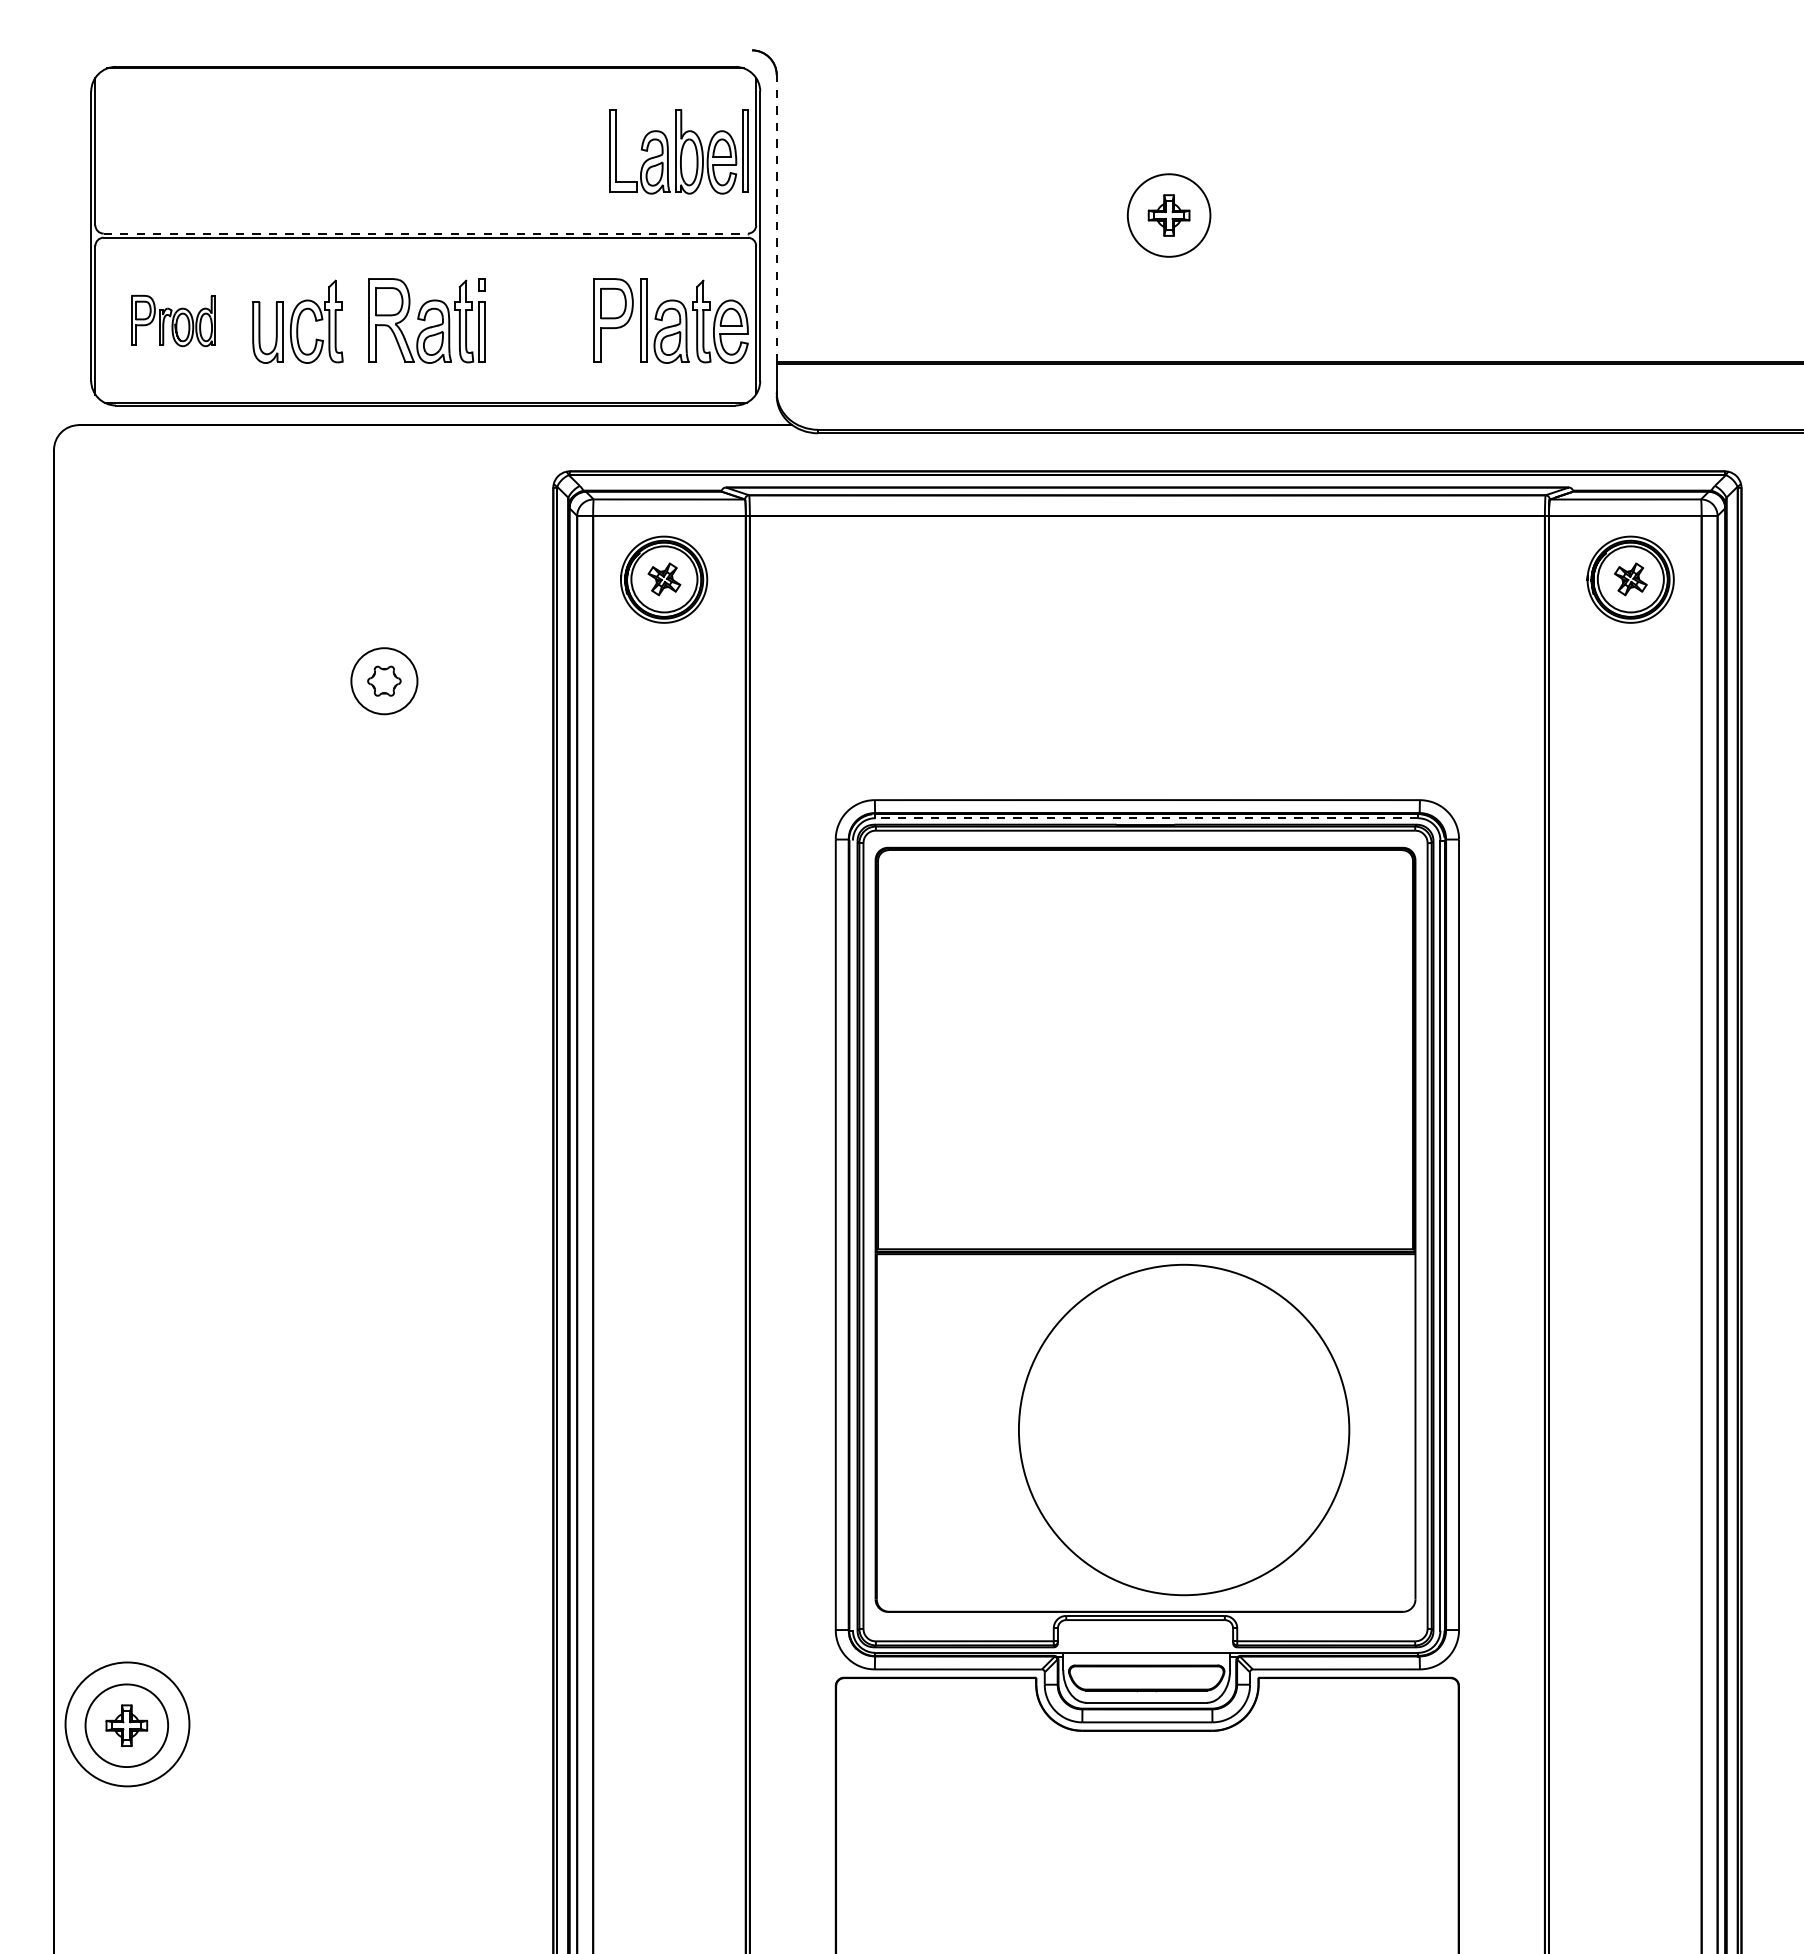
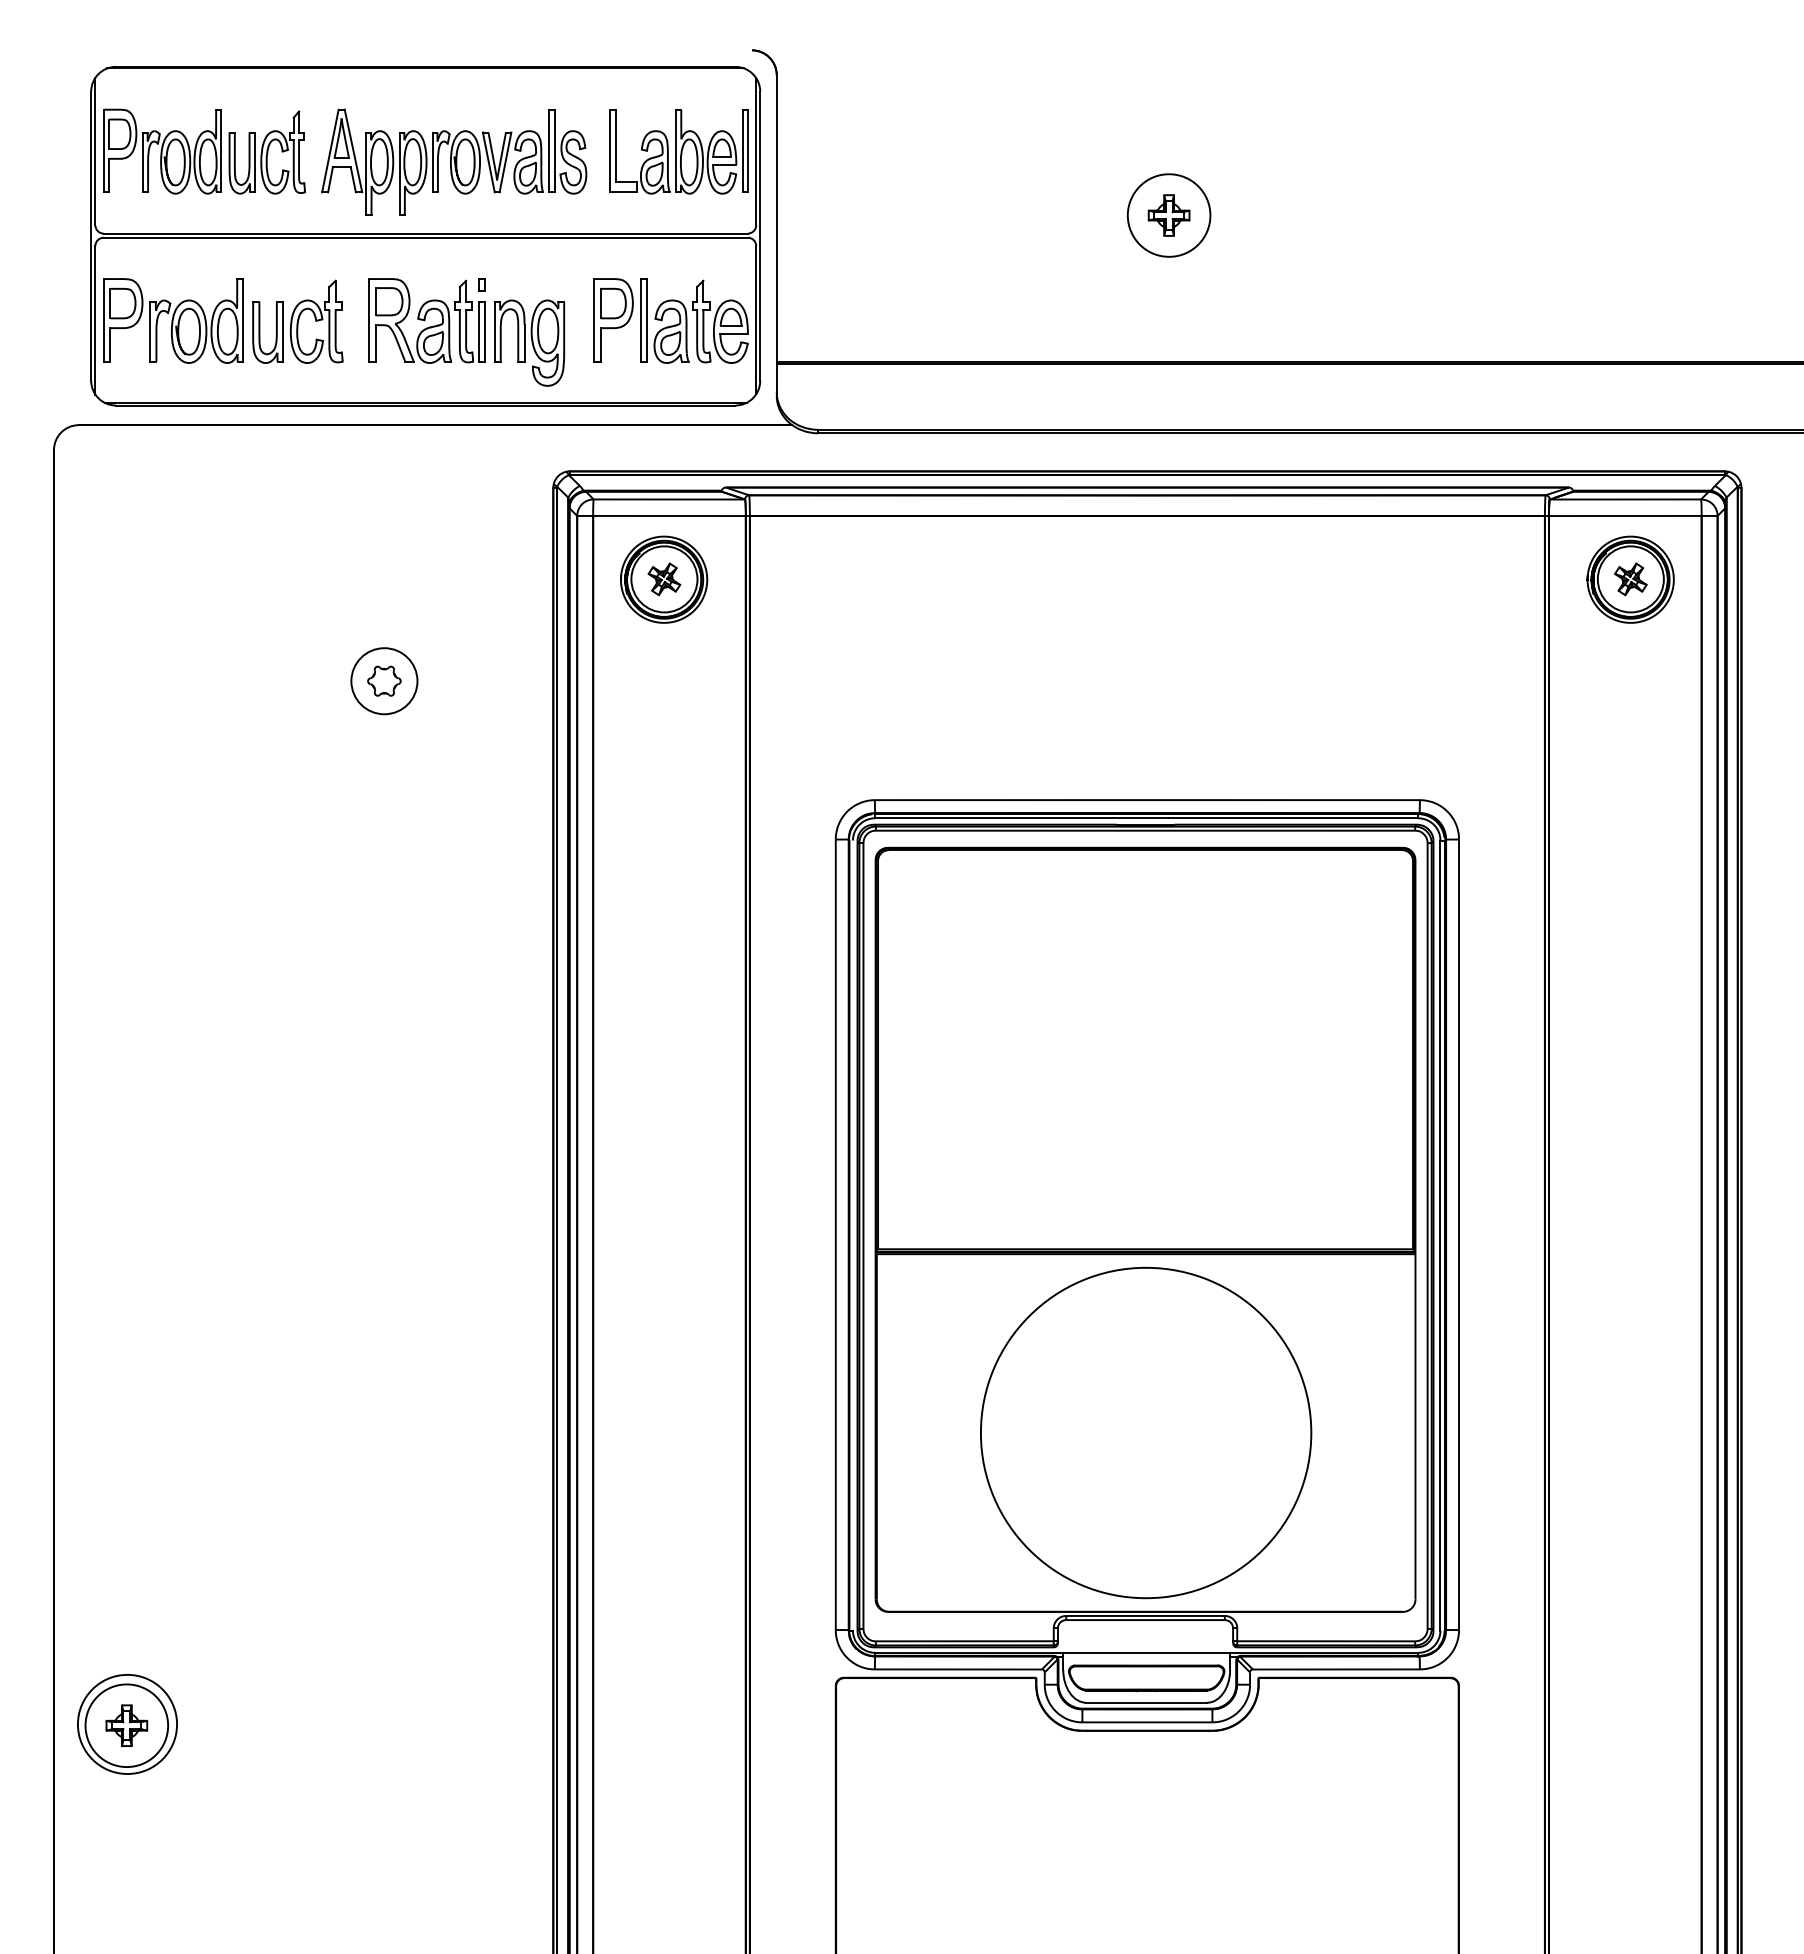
part at (204, 151): none -> present
part at (454, 161): none -> present
line at (776, 218): dashed -> solid
line at (426, 233): dashed -> solid
part at (173, 320) size: 85x54 px -> 141x86 px
part at (529, 342): none -> present
line at (1146, 818): dashed -> solid
circle at (1184, 1429) position: (1184, 1429) -> (1146, 1432)
circle at (127, 1724) diameter: 124 px -> 99 px
